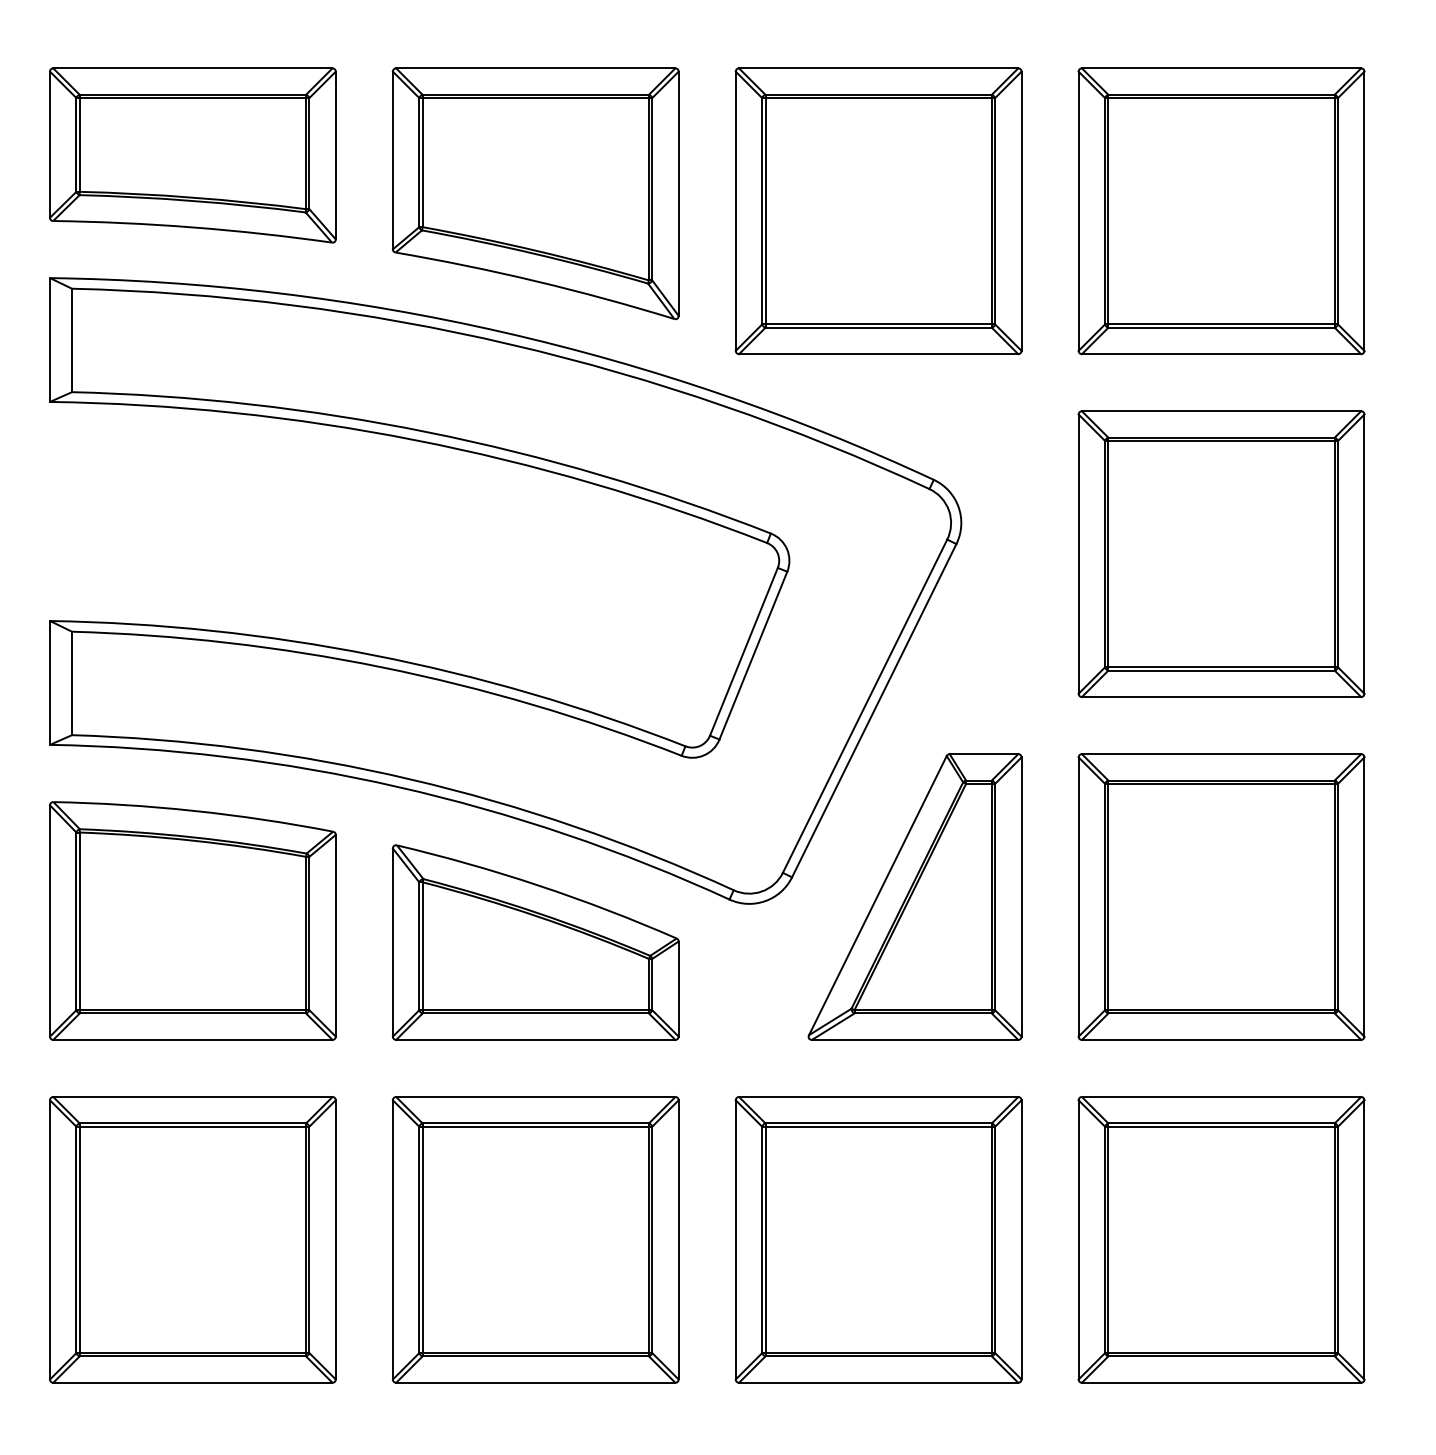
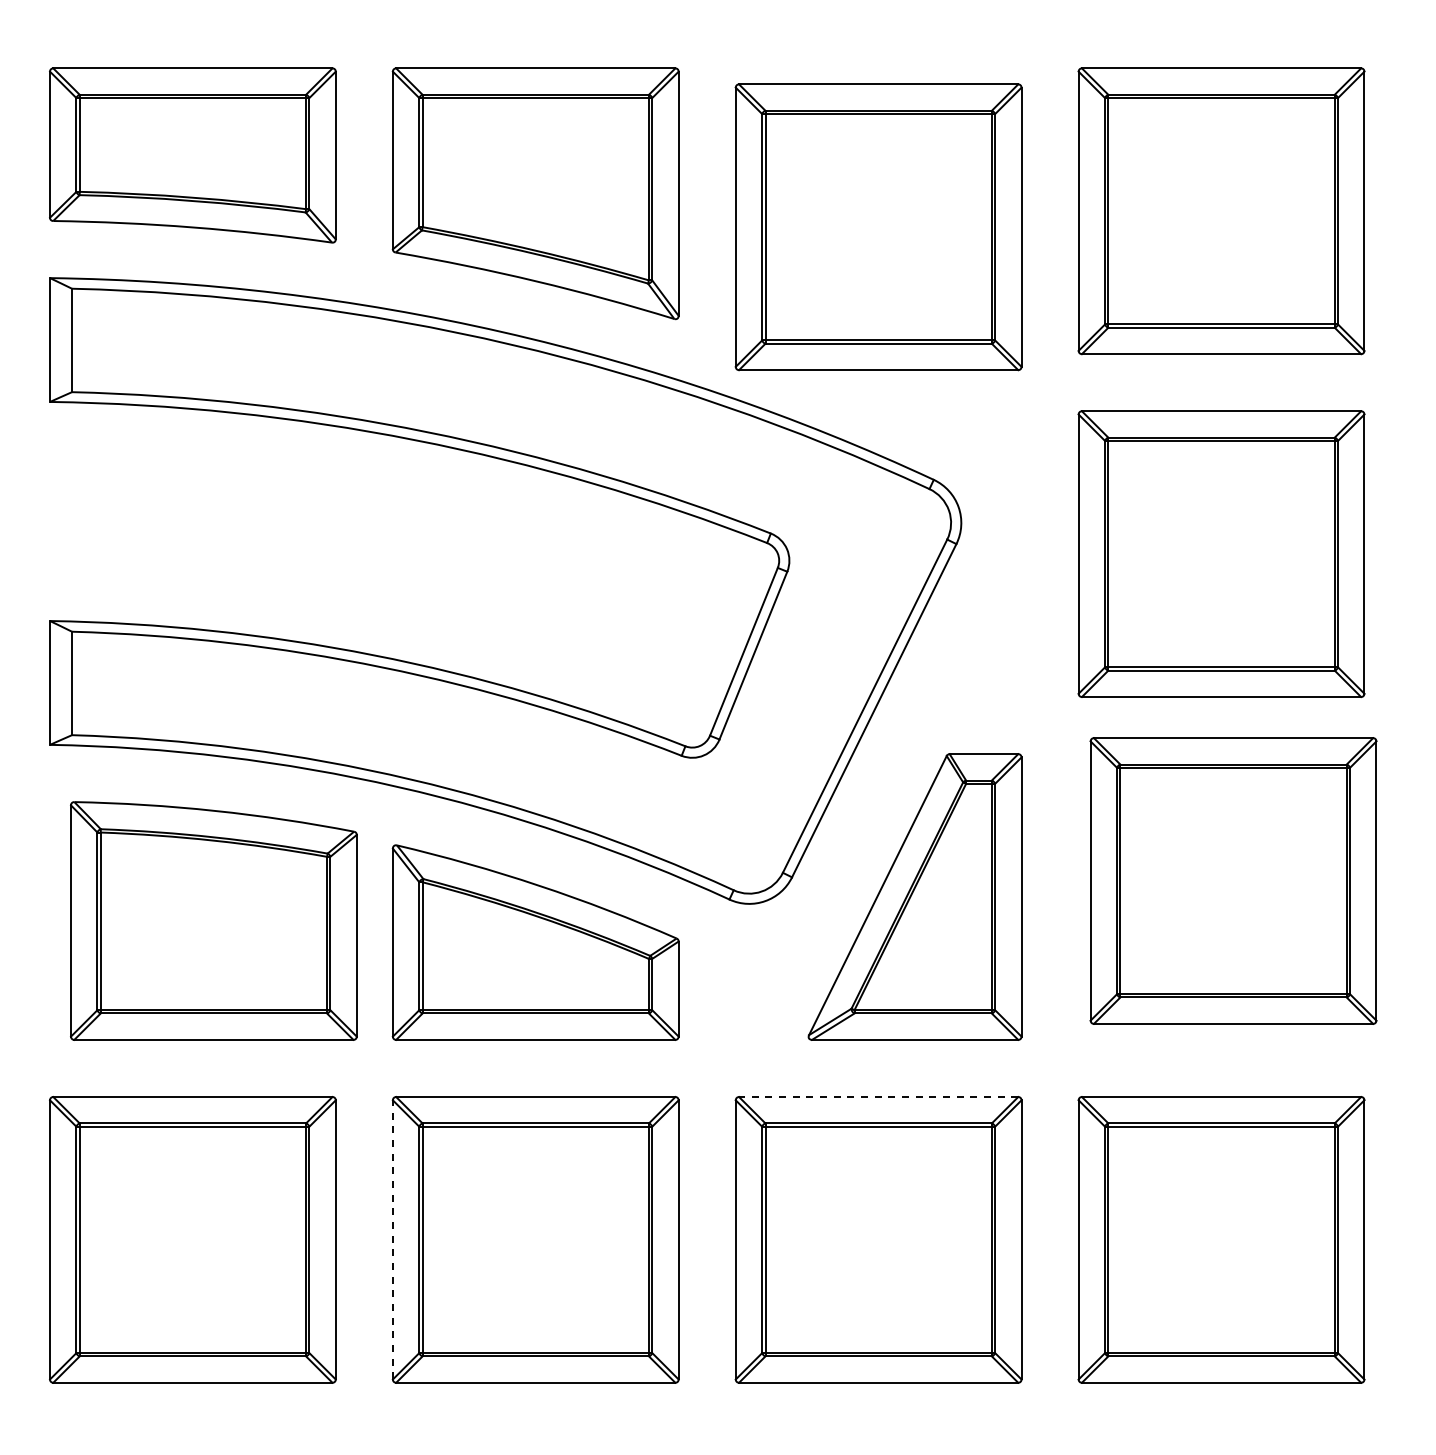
part at (878, 211) position: (878, 211) -> (878, 227)
part at (1221, 896) position: (1221, 896) -> (1233, 880)
part at (192, 920) position: (192, 920) -> (213, 920)
line at (878, 1097): solid -> dashed
line at (392, 1239): solid -> dashed
